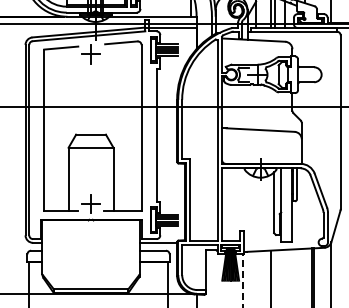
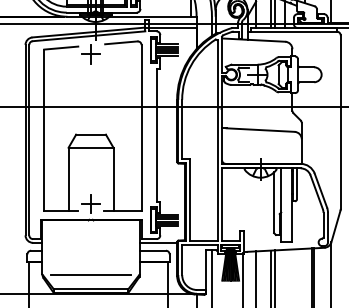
line at (90, 274): none -> present
line at (211, 276): none -> present
line at (256, 277): none -> present
line at (275, 277): none -> present
line at (243, 279): dashed -> solid
